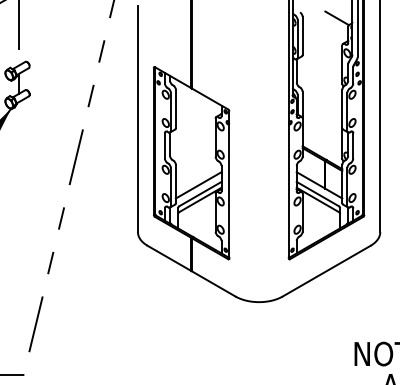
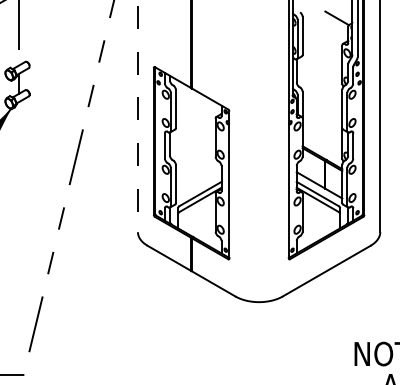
line at (137, 119): solid -> dashed
line at (198, 185): present -> none
